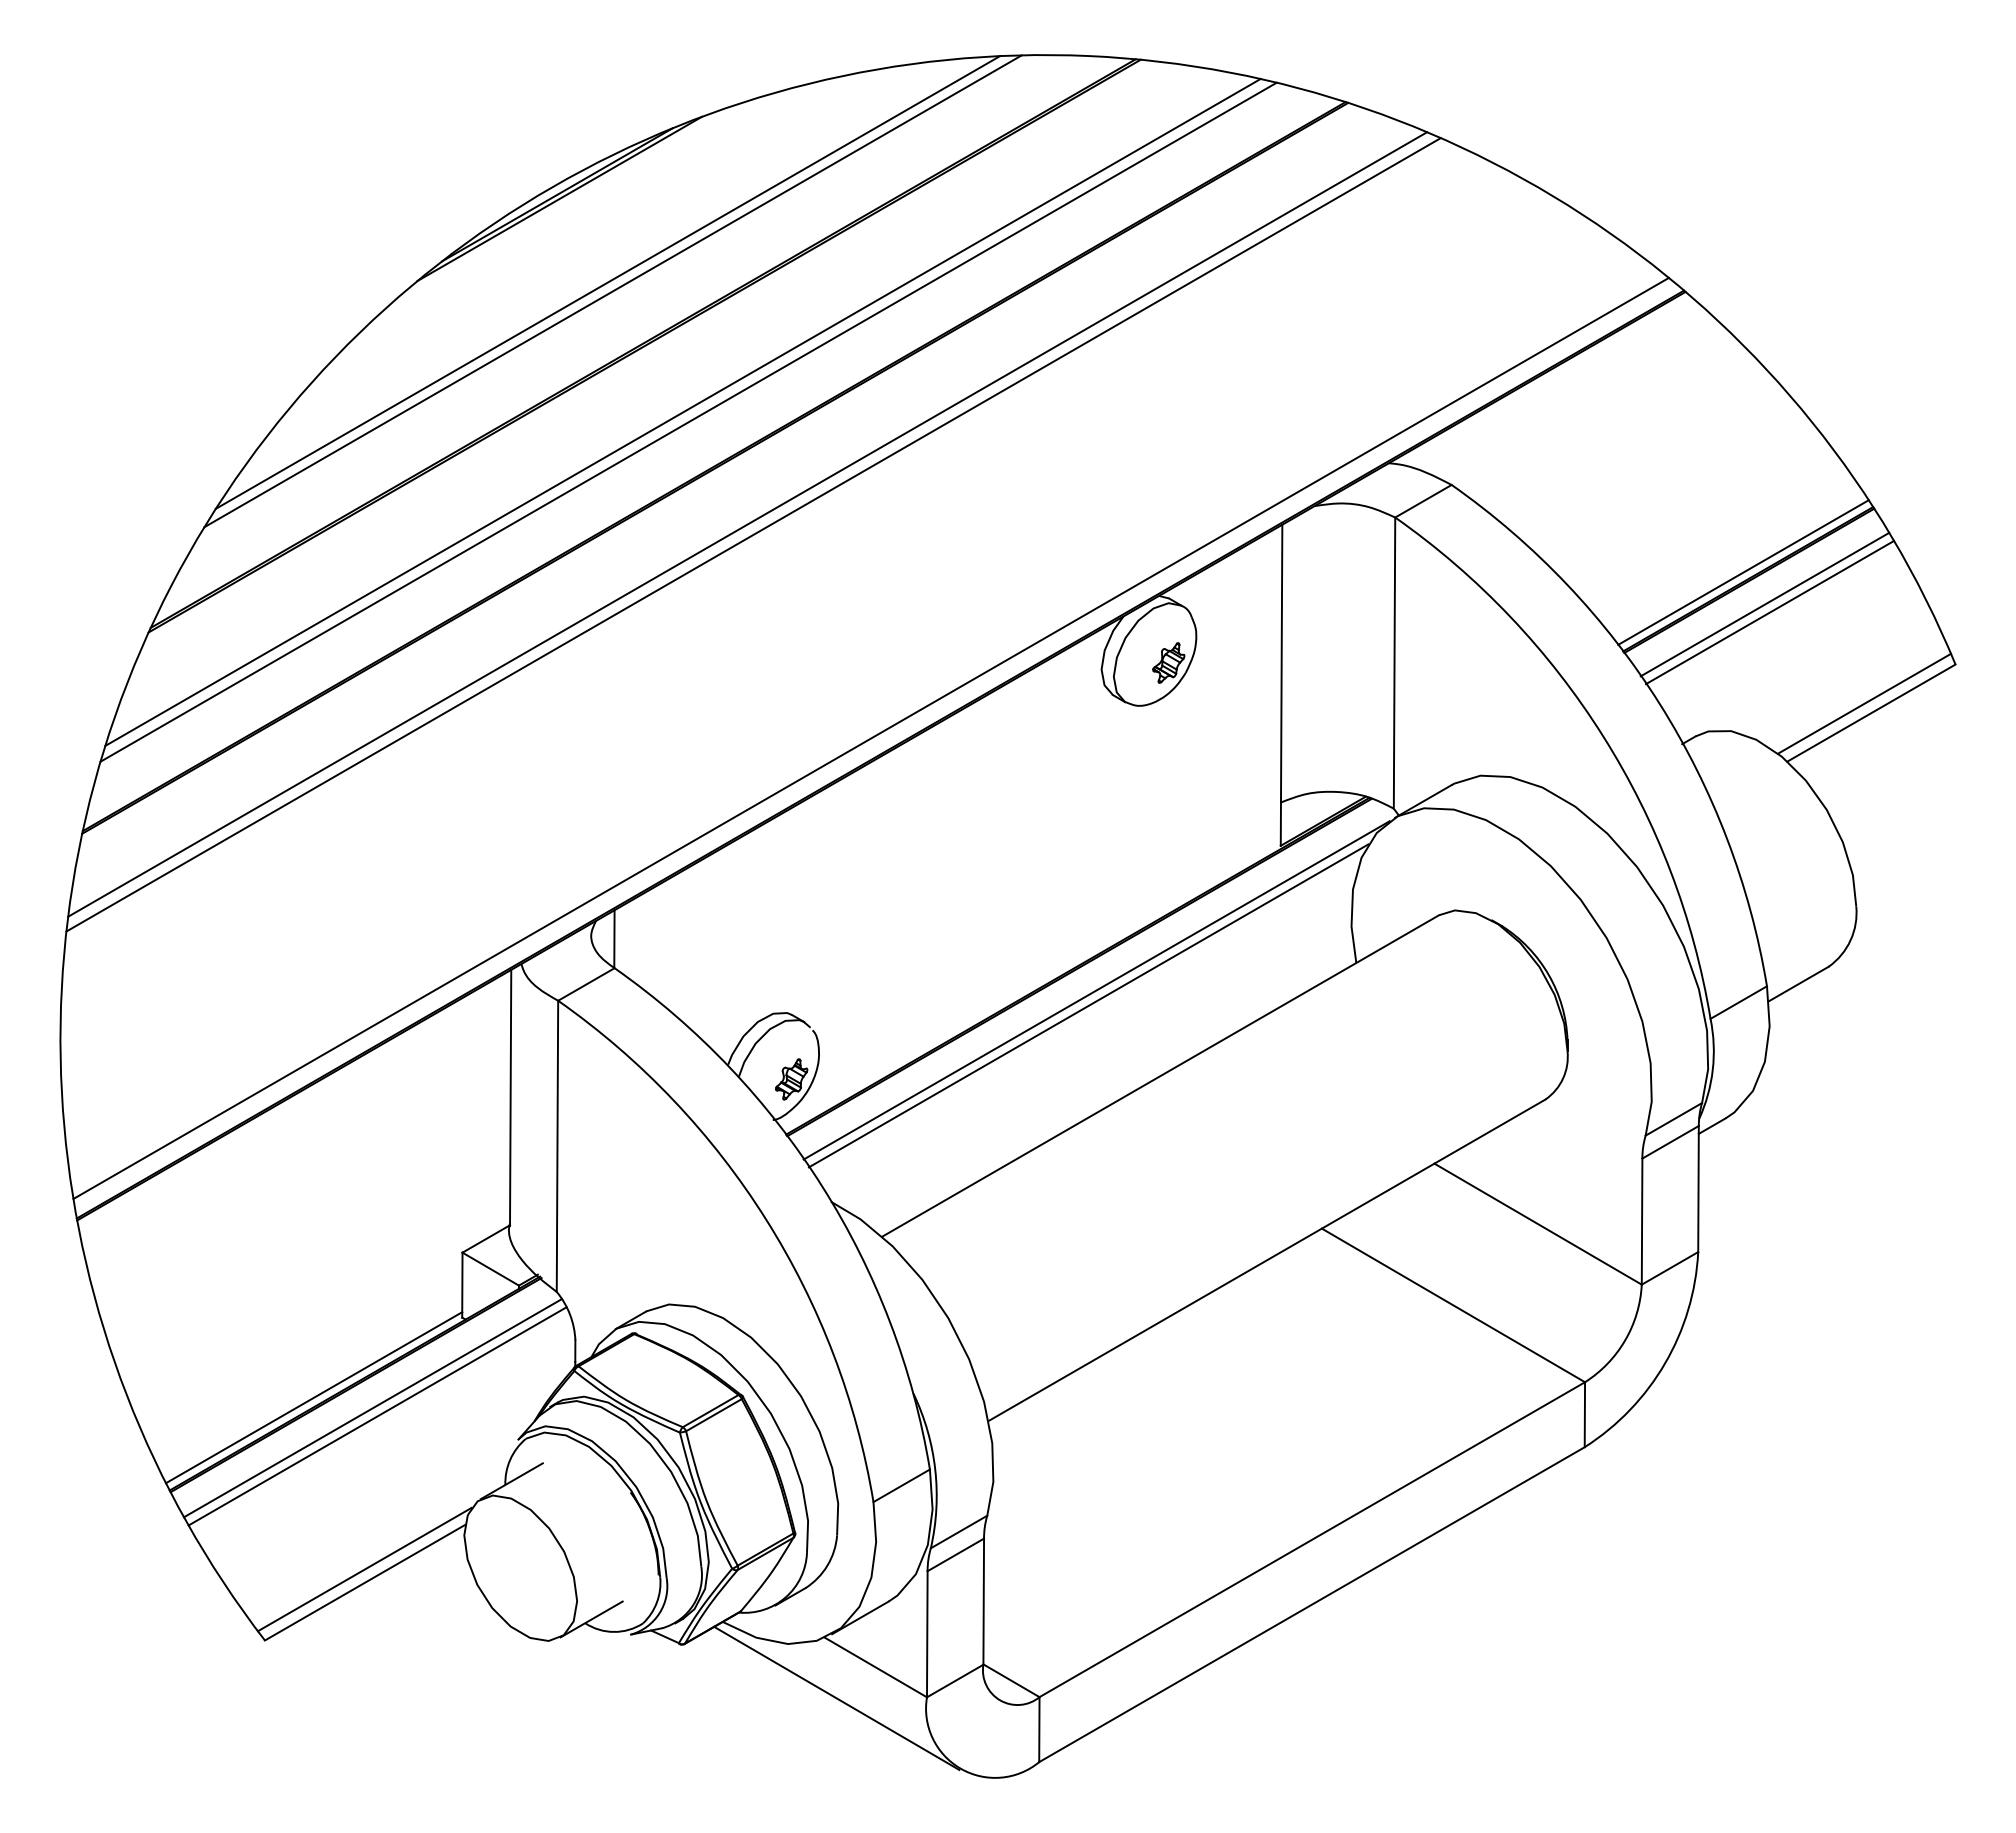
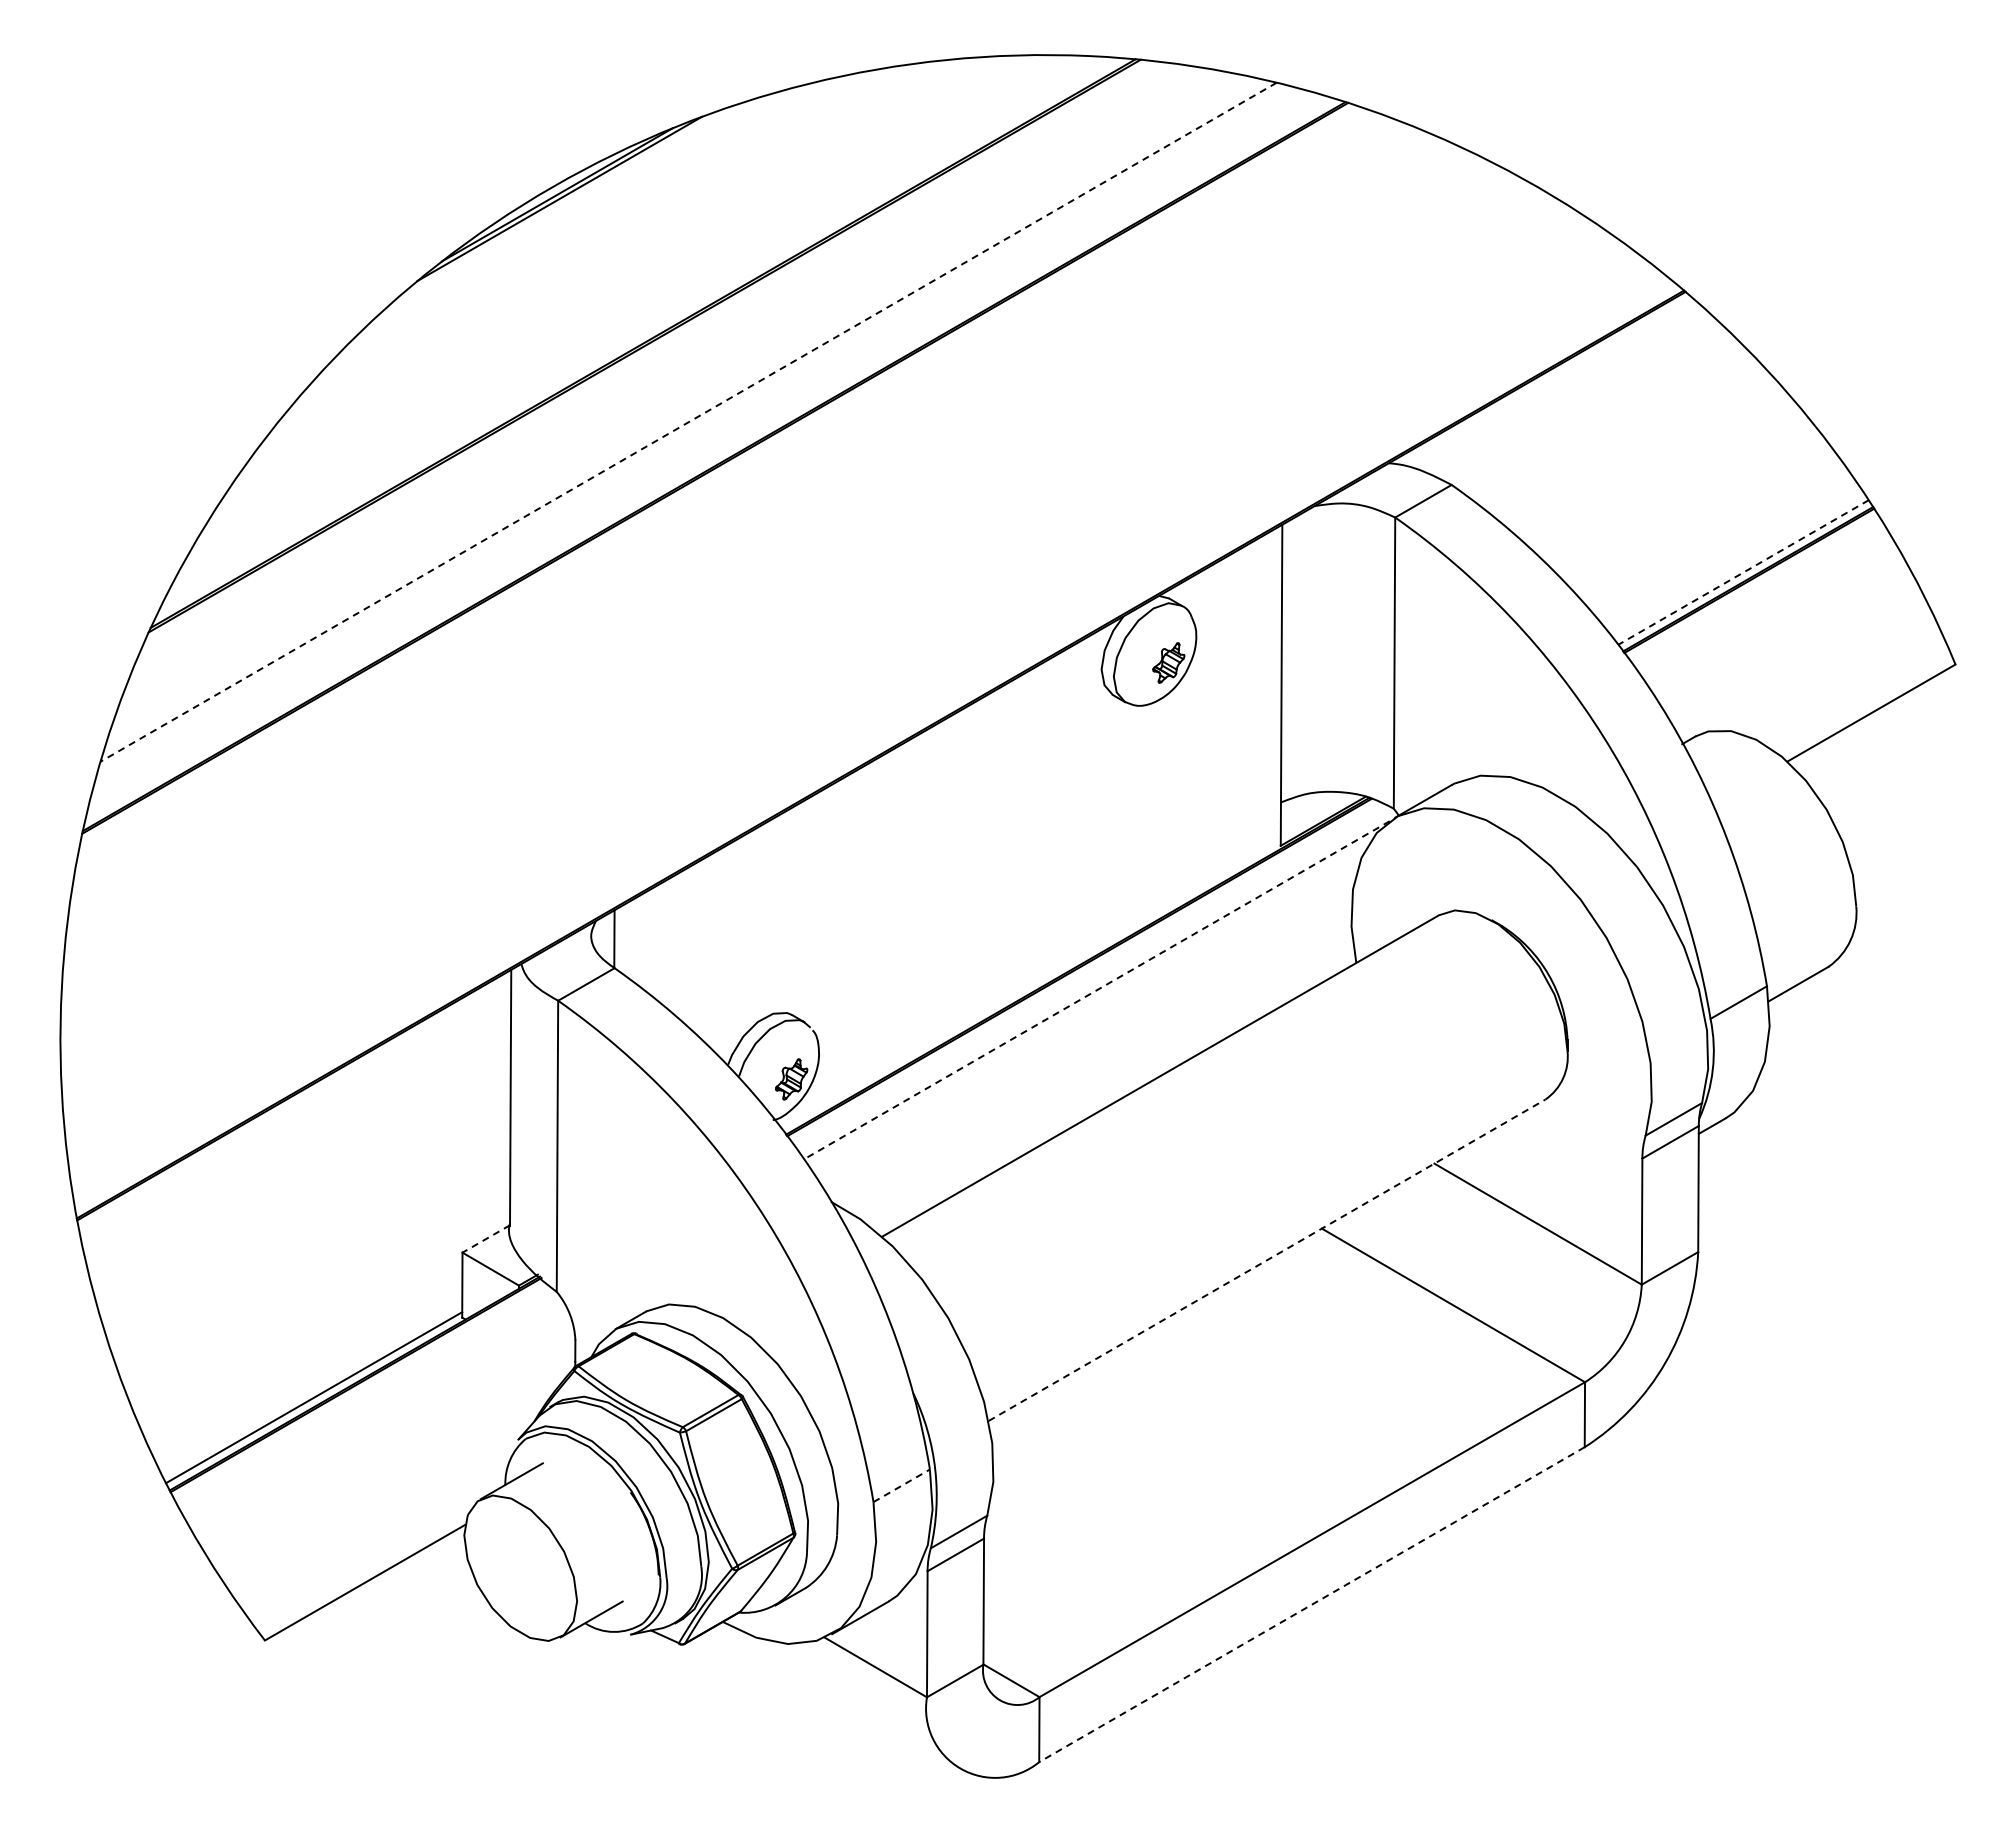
line at (607, 282): present -> none
line at (612, 291): present -> none
line at (682, 411): present -> none
line at (688, 422): solid -> dashed
line at (747, 524): present -> none
line at (753, 534): present -> none
line at (1743, 572): solid -> dashed
line at (1764, 604): present -> none
line at (1769, 612): present -> none
line at (1864, 703): present -> none
line at (870, 737): present -> none
line at (1096, 990): solid -> dashed
line at (1088, 1005): present -> none
line at (485, 1239): solid -> dashed
line at (1267, 1260): solid -> dashed
line at (372, 1408): present -> none
line at (377, 1416): present -> none
line at (901, 1485): solid -> dashed
line at (364, 1569): present -> none
line at (1311, 1604): solid -> dashed
line at (836, 1698): present -> none
